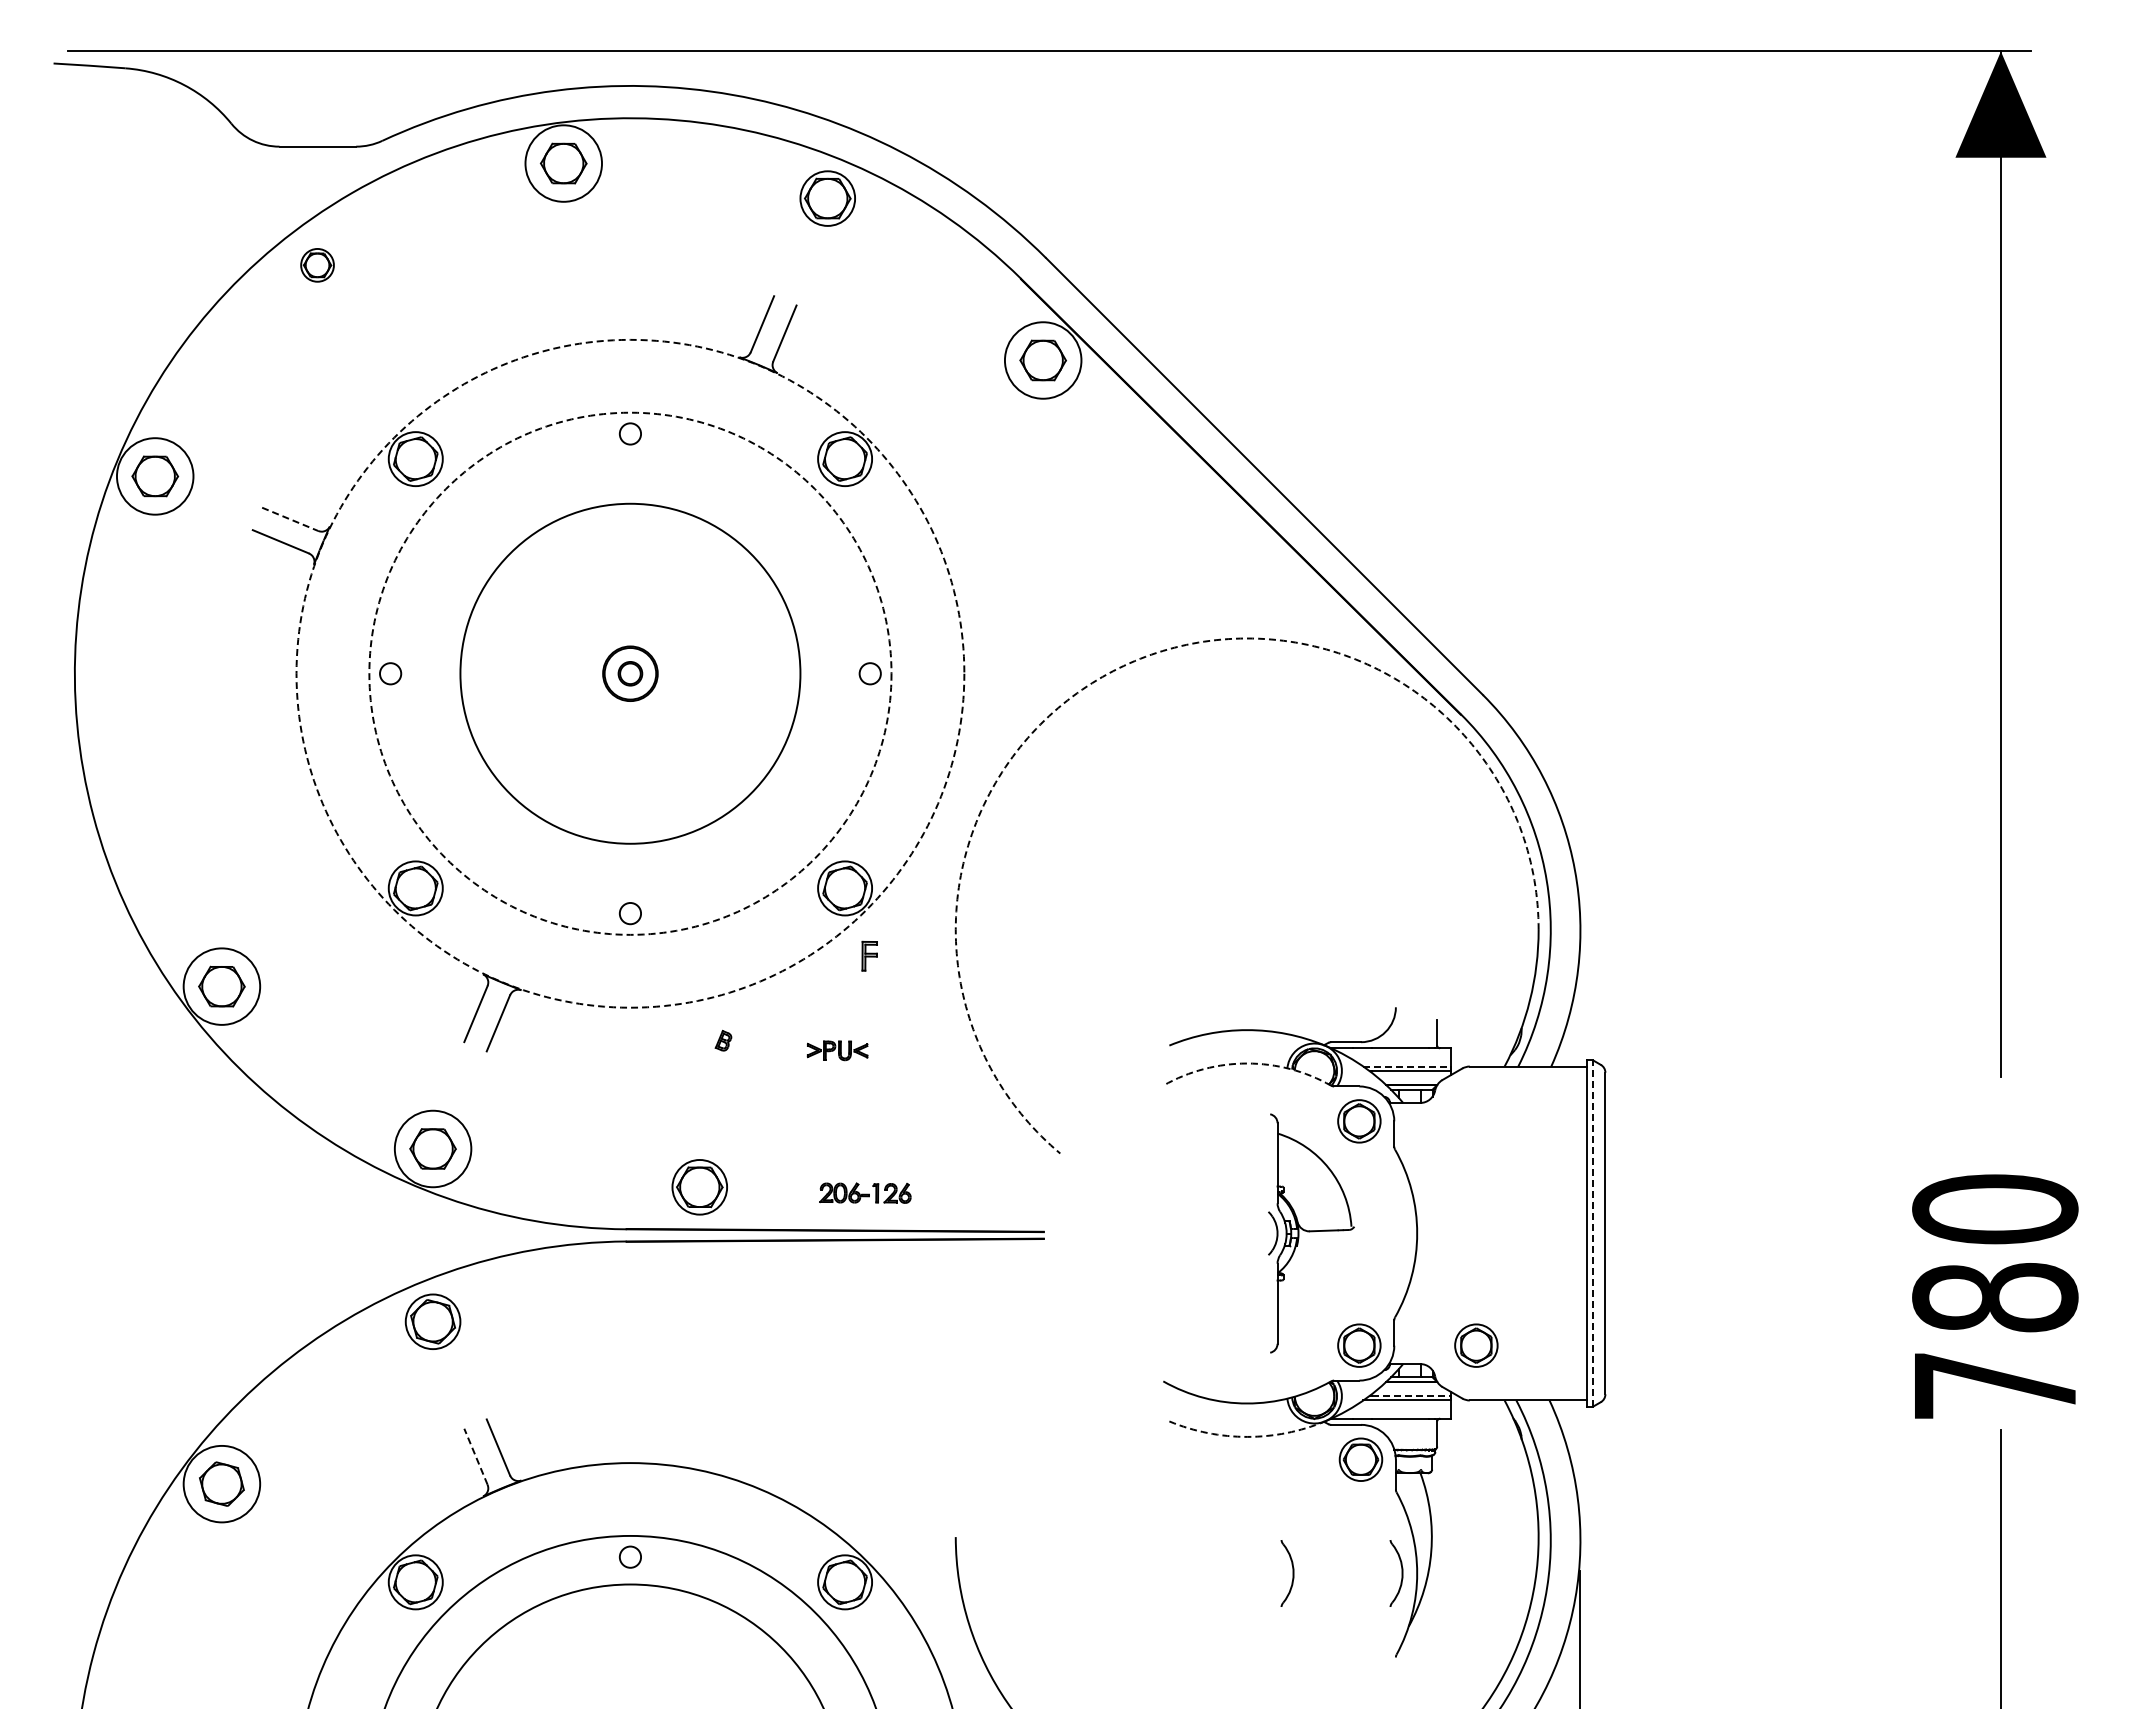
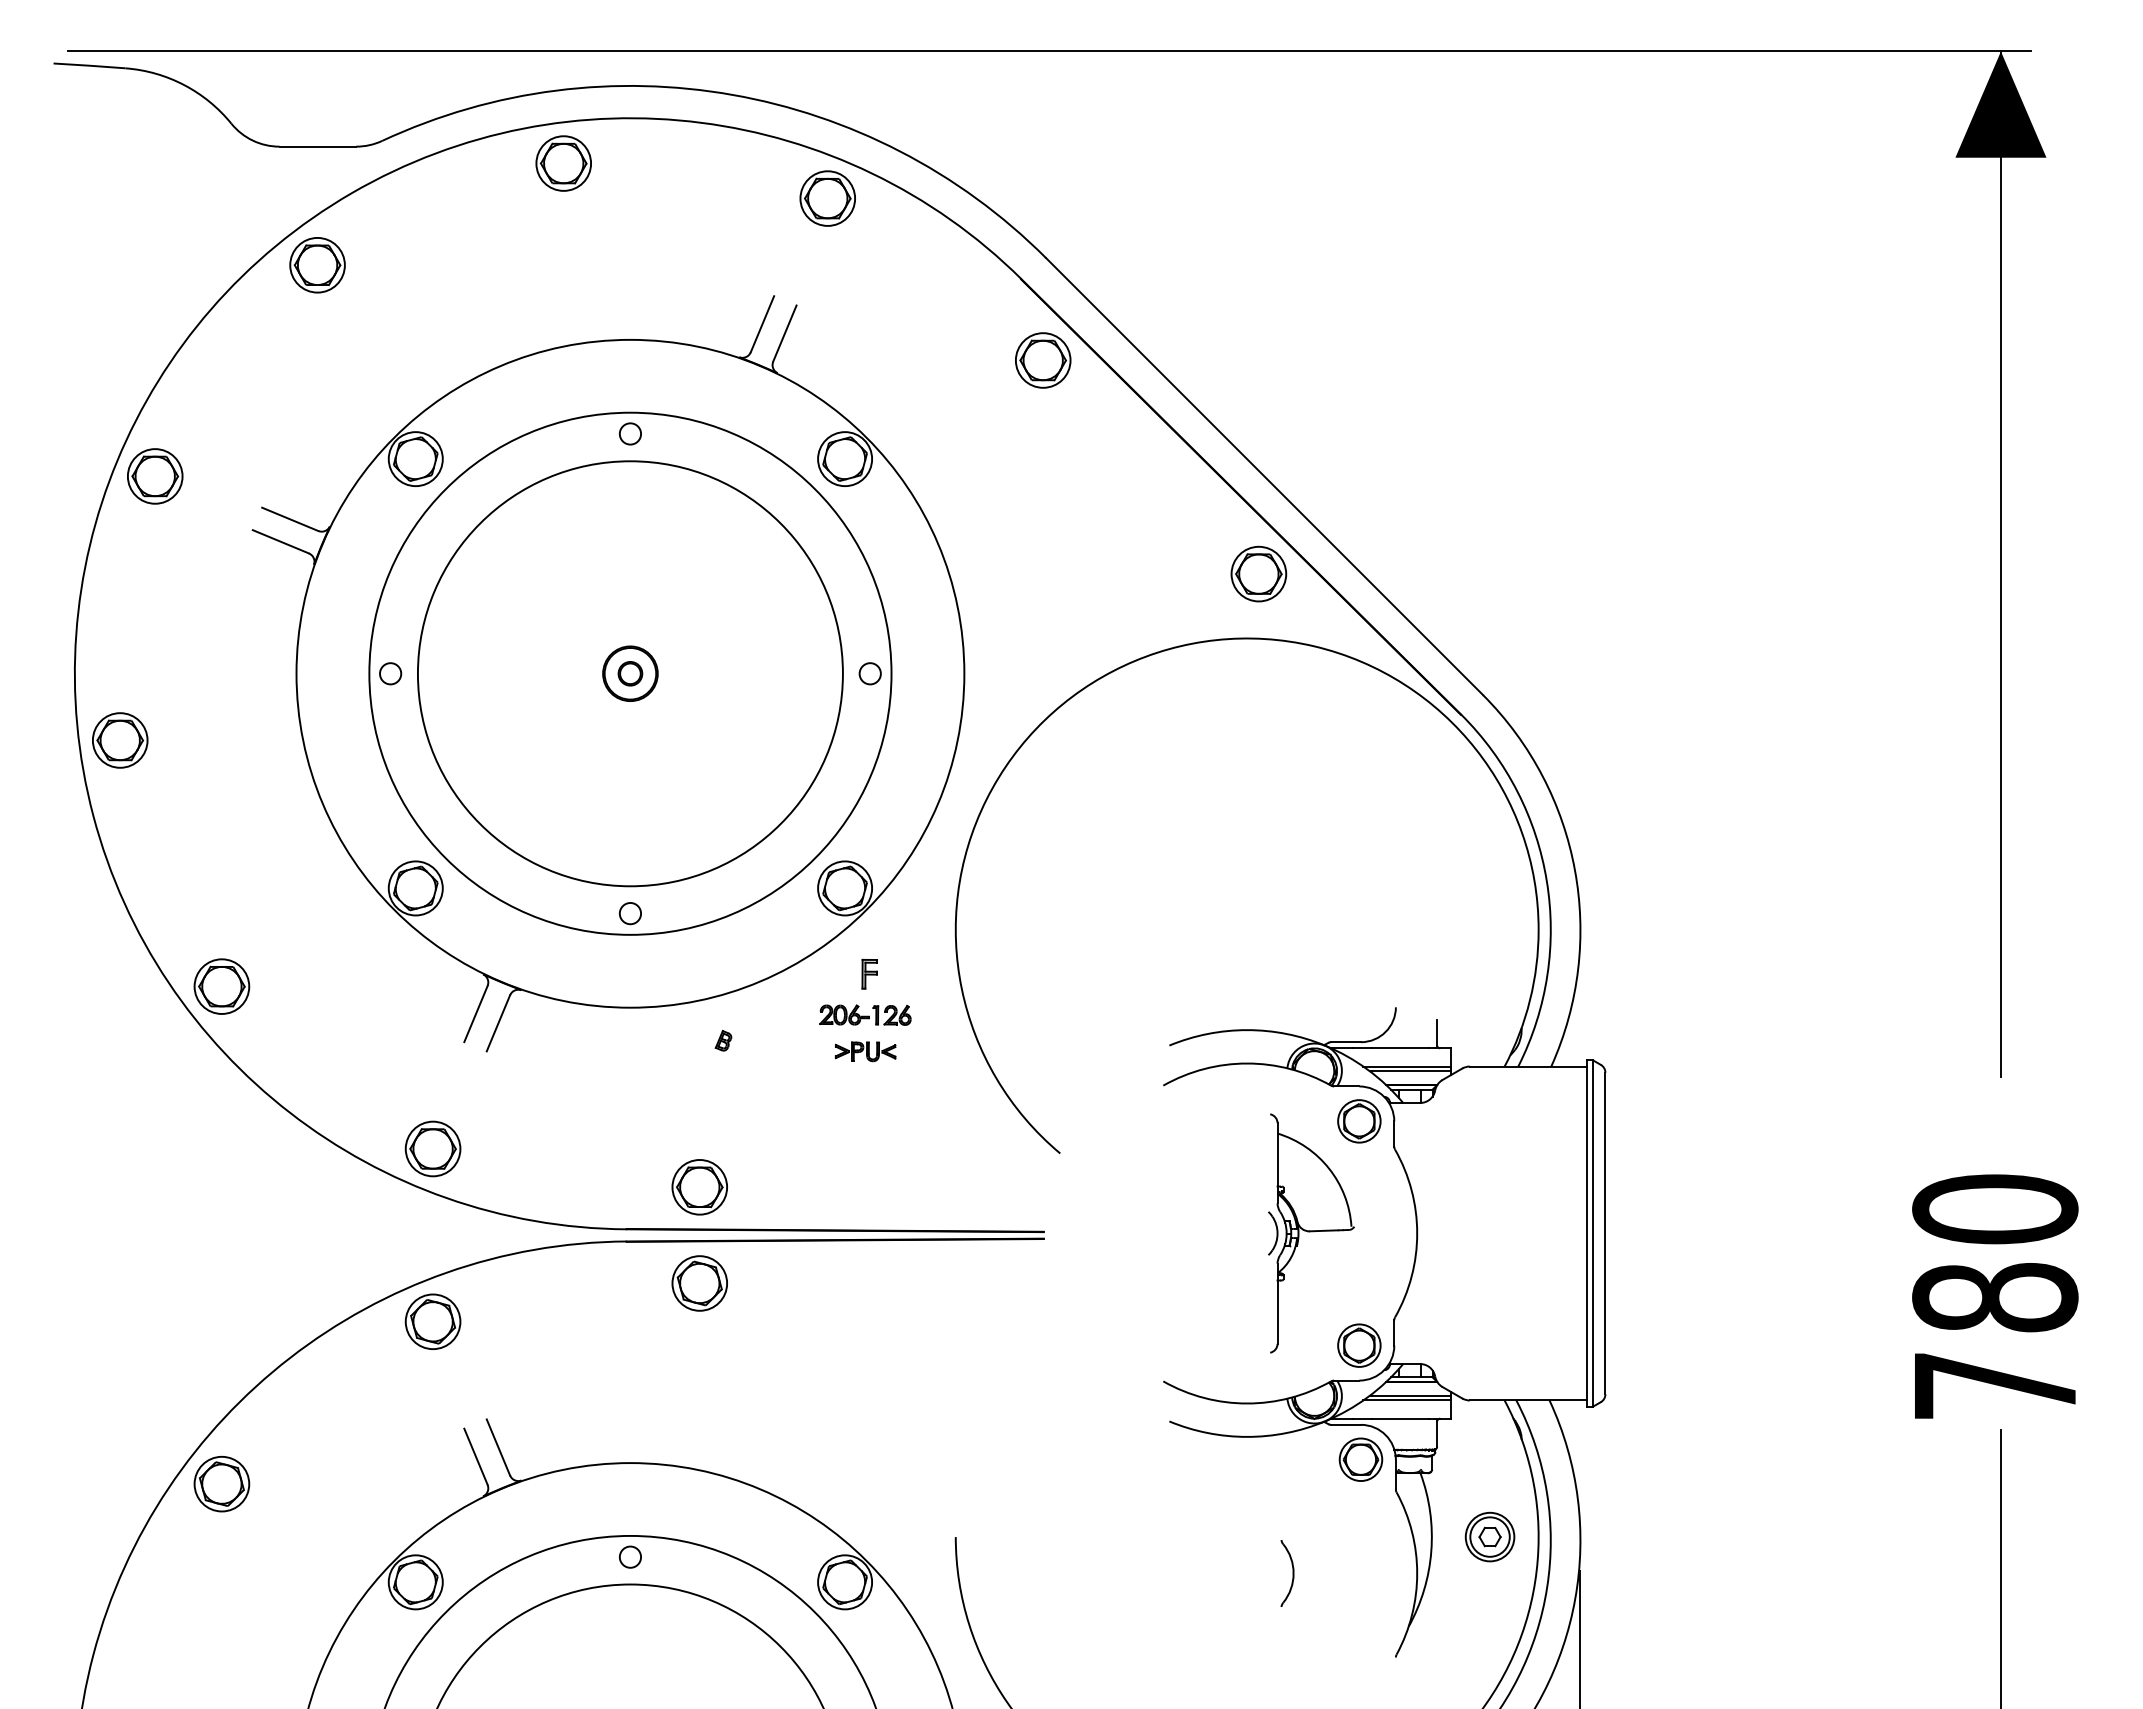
circle at (563, 163) diameter: 76 px -> 55 px
part at (317, 265) size: 35x35 px -> 57x57 px
circle at (1042, 360) diameter: 76 px -> 55 px
circle at (154, 476) diameter: 76 px -> 55 px
line at (290, 519): dashed -> solid
part at (1258, 573): none -> present
arc at (1123, 665): dashed -> solid
circle at (630, 673) diameter: 340 px -> 425 px
circle at (630, 673): dashed -> solid
circle at (630, 673): dashed -> solid
part at (120, 740): none -> present
part at (869, 955) position: (869, 955) -> (869, 973)
circle at (221, 986) diameter: 76 px -> 55 px
part at (837, 1050) position: (837, 1050) -> (865, 1051)
arc at (1247, 1063): dashed -> solid
line at (1406, 1066): dashed -> solid
circle at (432, 1148) diameter: 76 px -> 55 px
part at (865, 1192) position: (865, 1192) -> (865, 1014)
line at (1593, 1233): dashed -> solid
part at (699, 1283): none -> present
part at (1476, 1345): present -> none
line at (1411, 1395): dashed -> solid
arc at (1247, 1436): dashed -> solid
line at (475, 1456): dashed -> solid
circle at (221, 1483) diameter: 76 px -> 55 px
part at (1489, 1536): none -> present
part at (1396, 1573): present -> none
